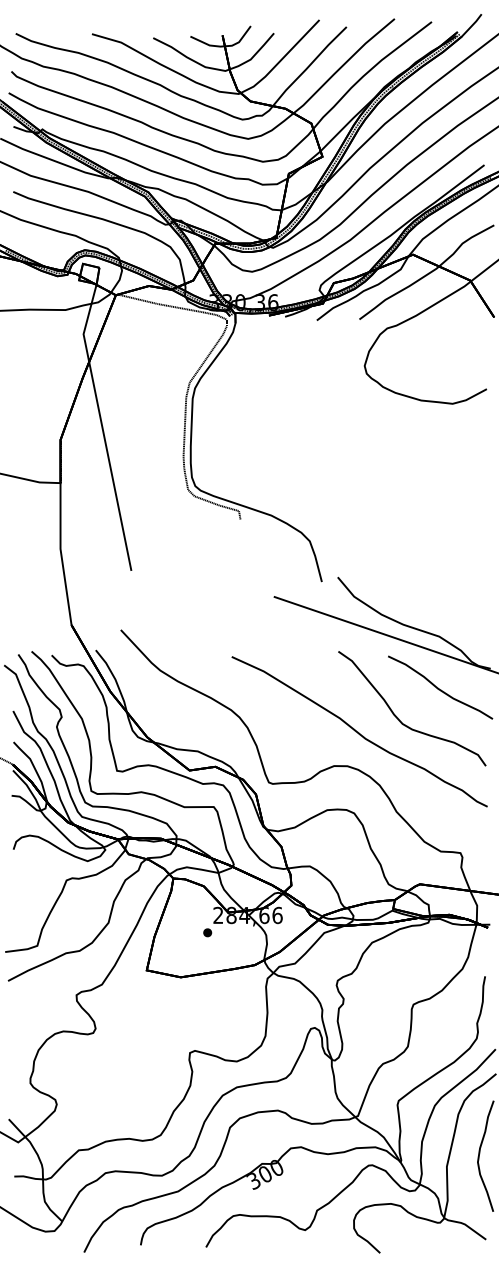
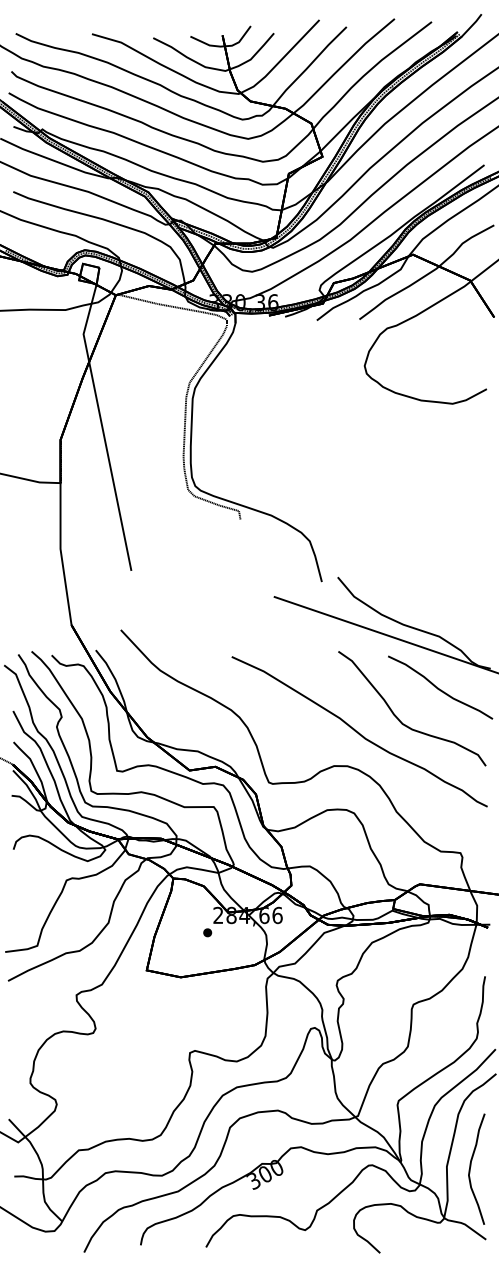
curve at (480, 1153) position: (480, 1153) -> (471, 1166)
